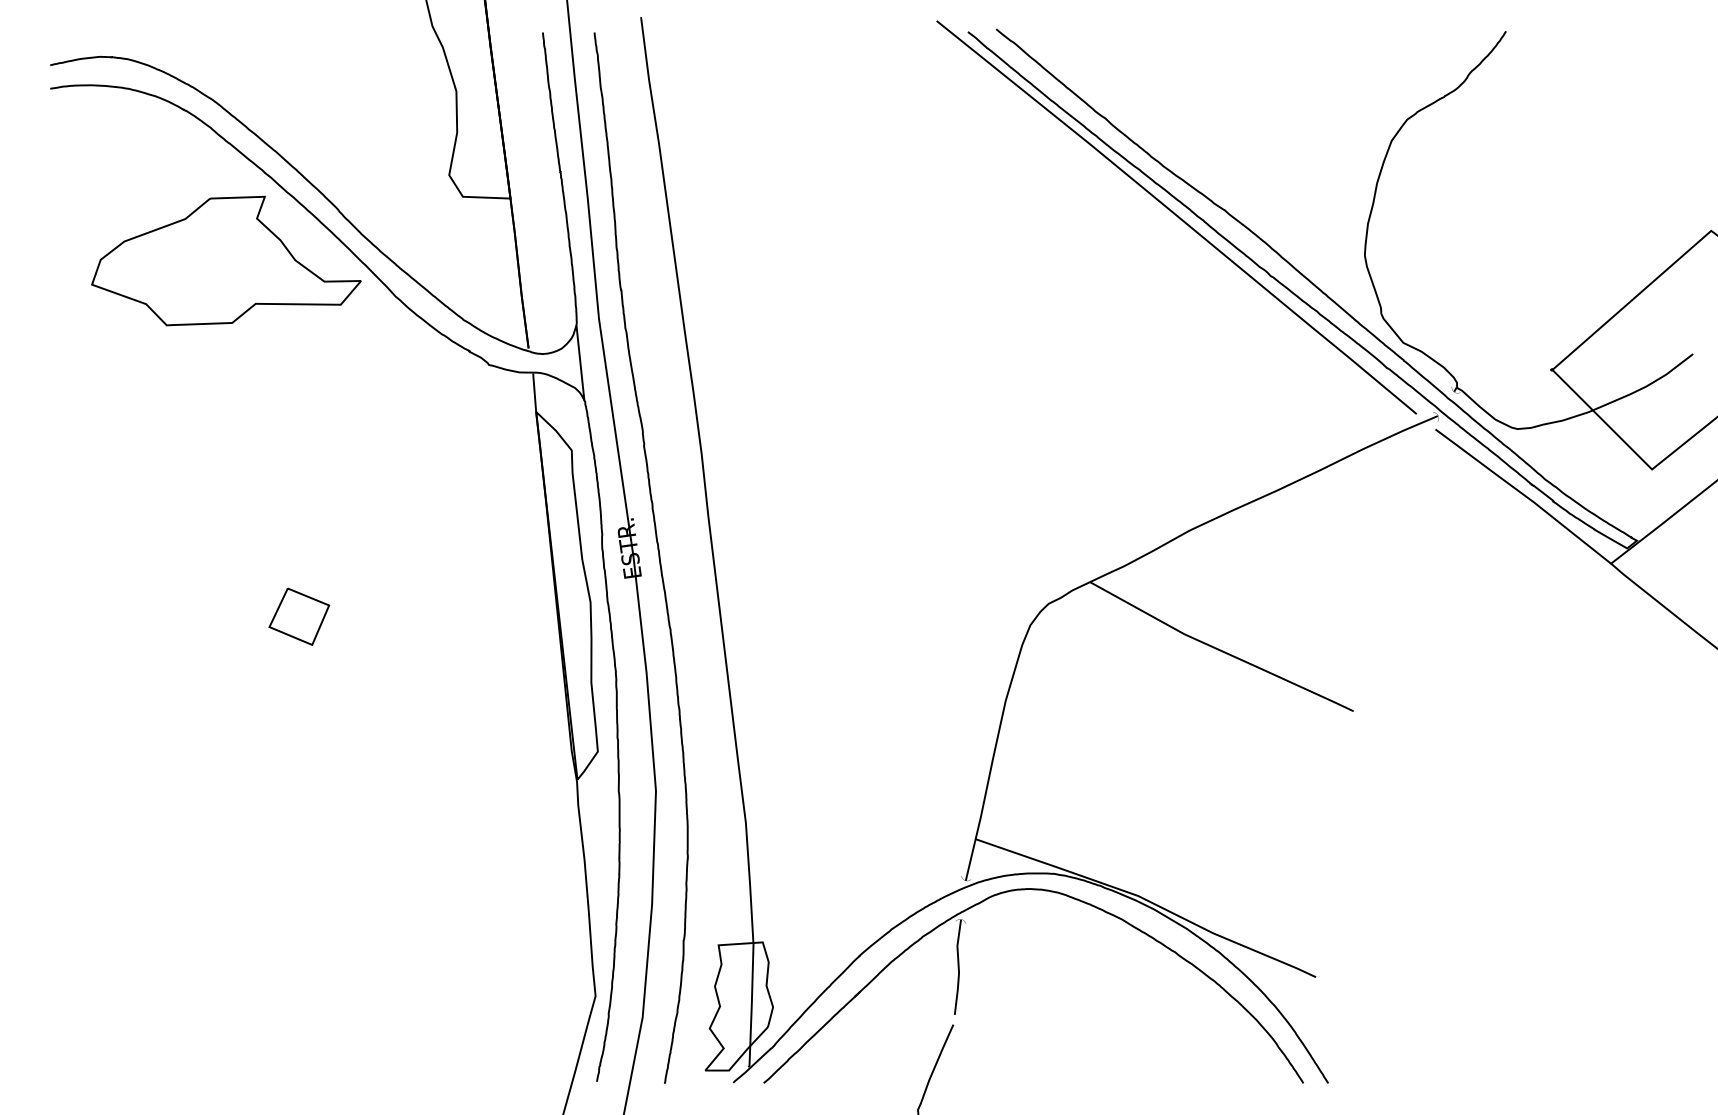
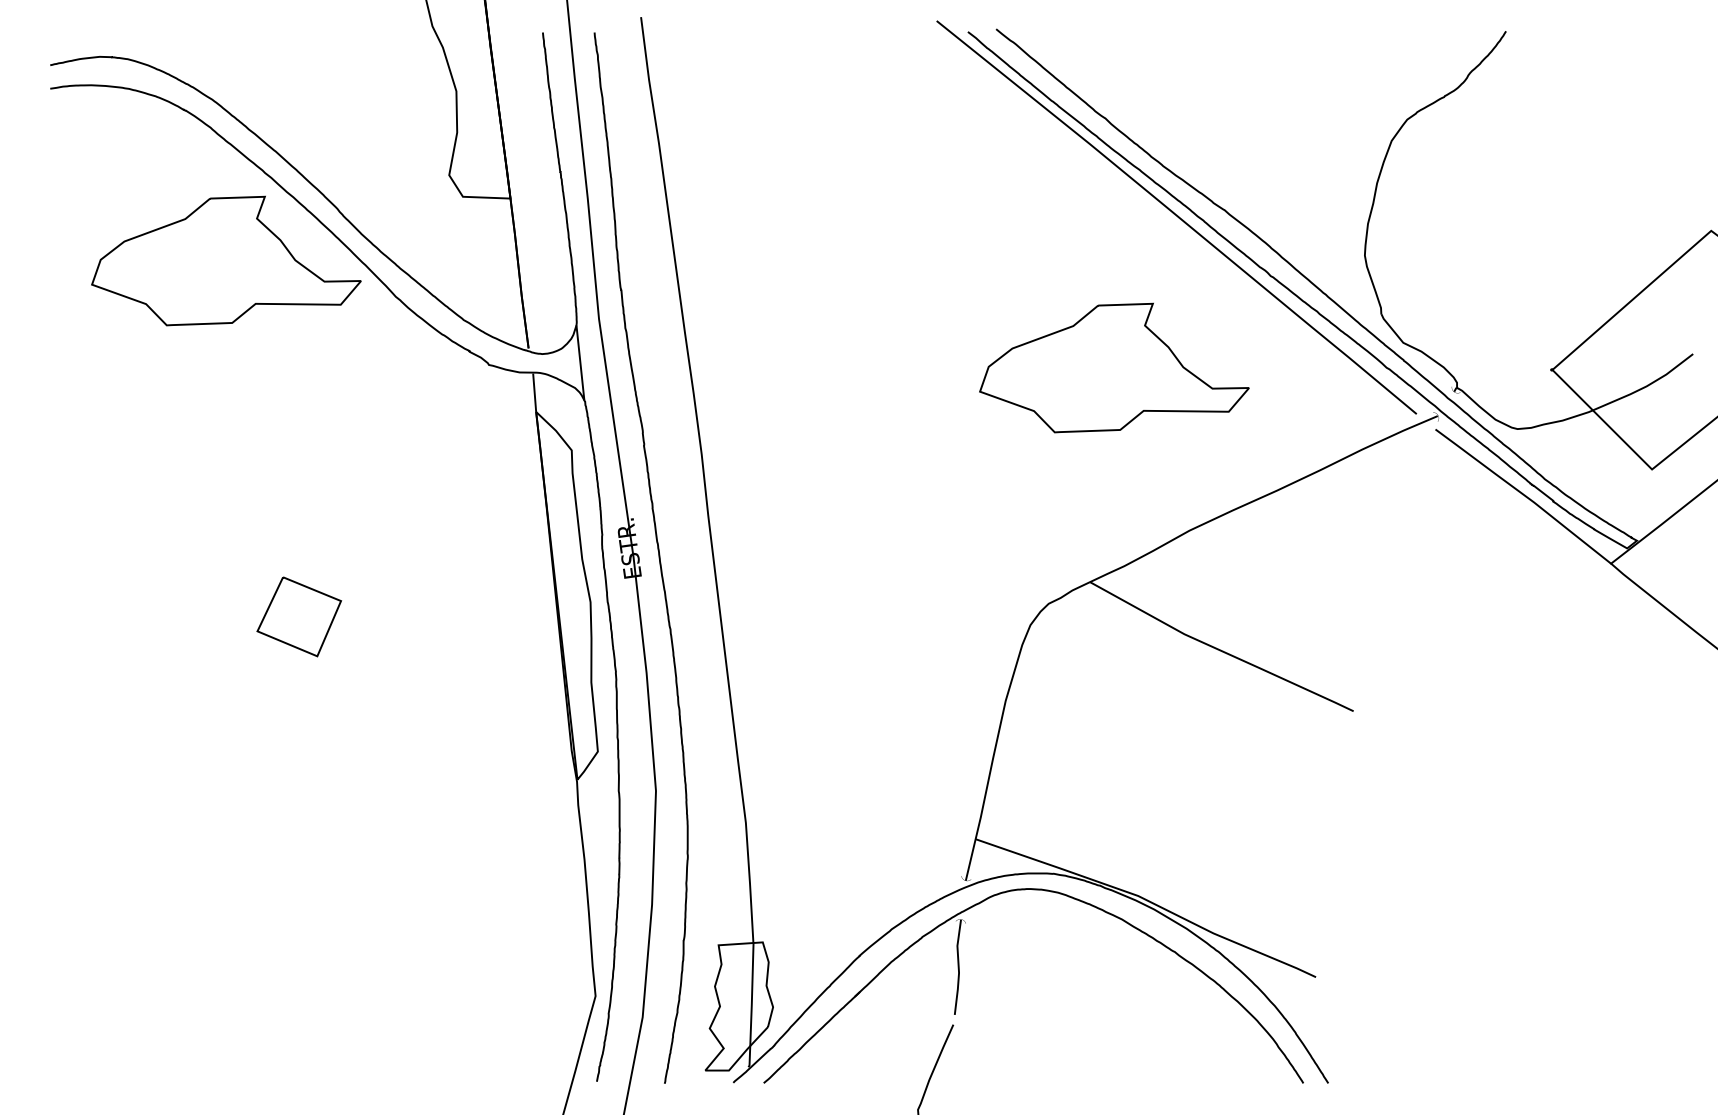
part at (1114, 367): none -> present
part at (299, 616) size: 63x59 px -> 87x82 px
